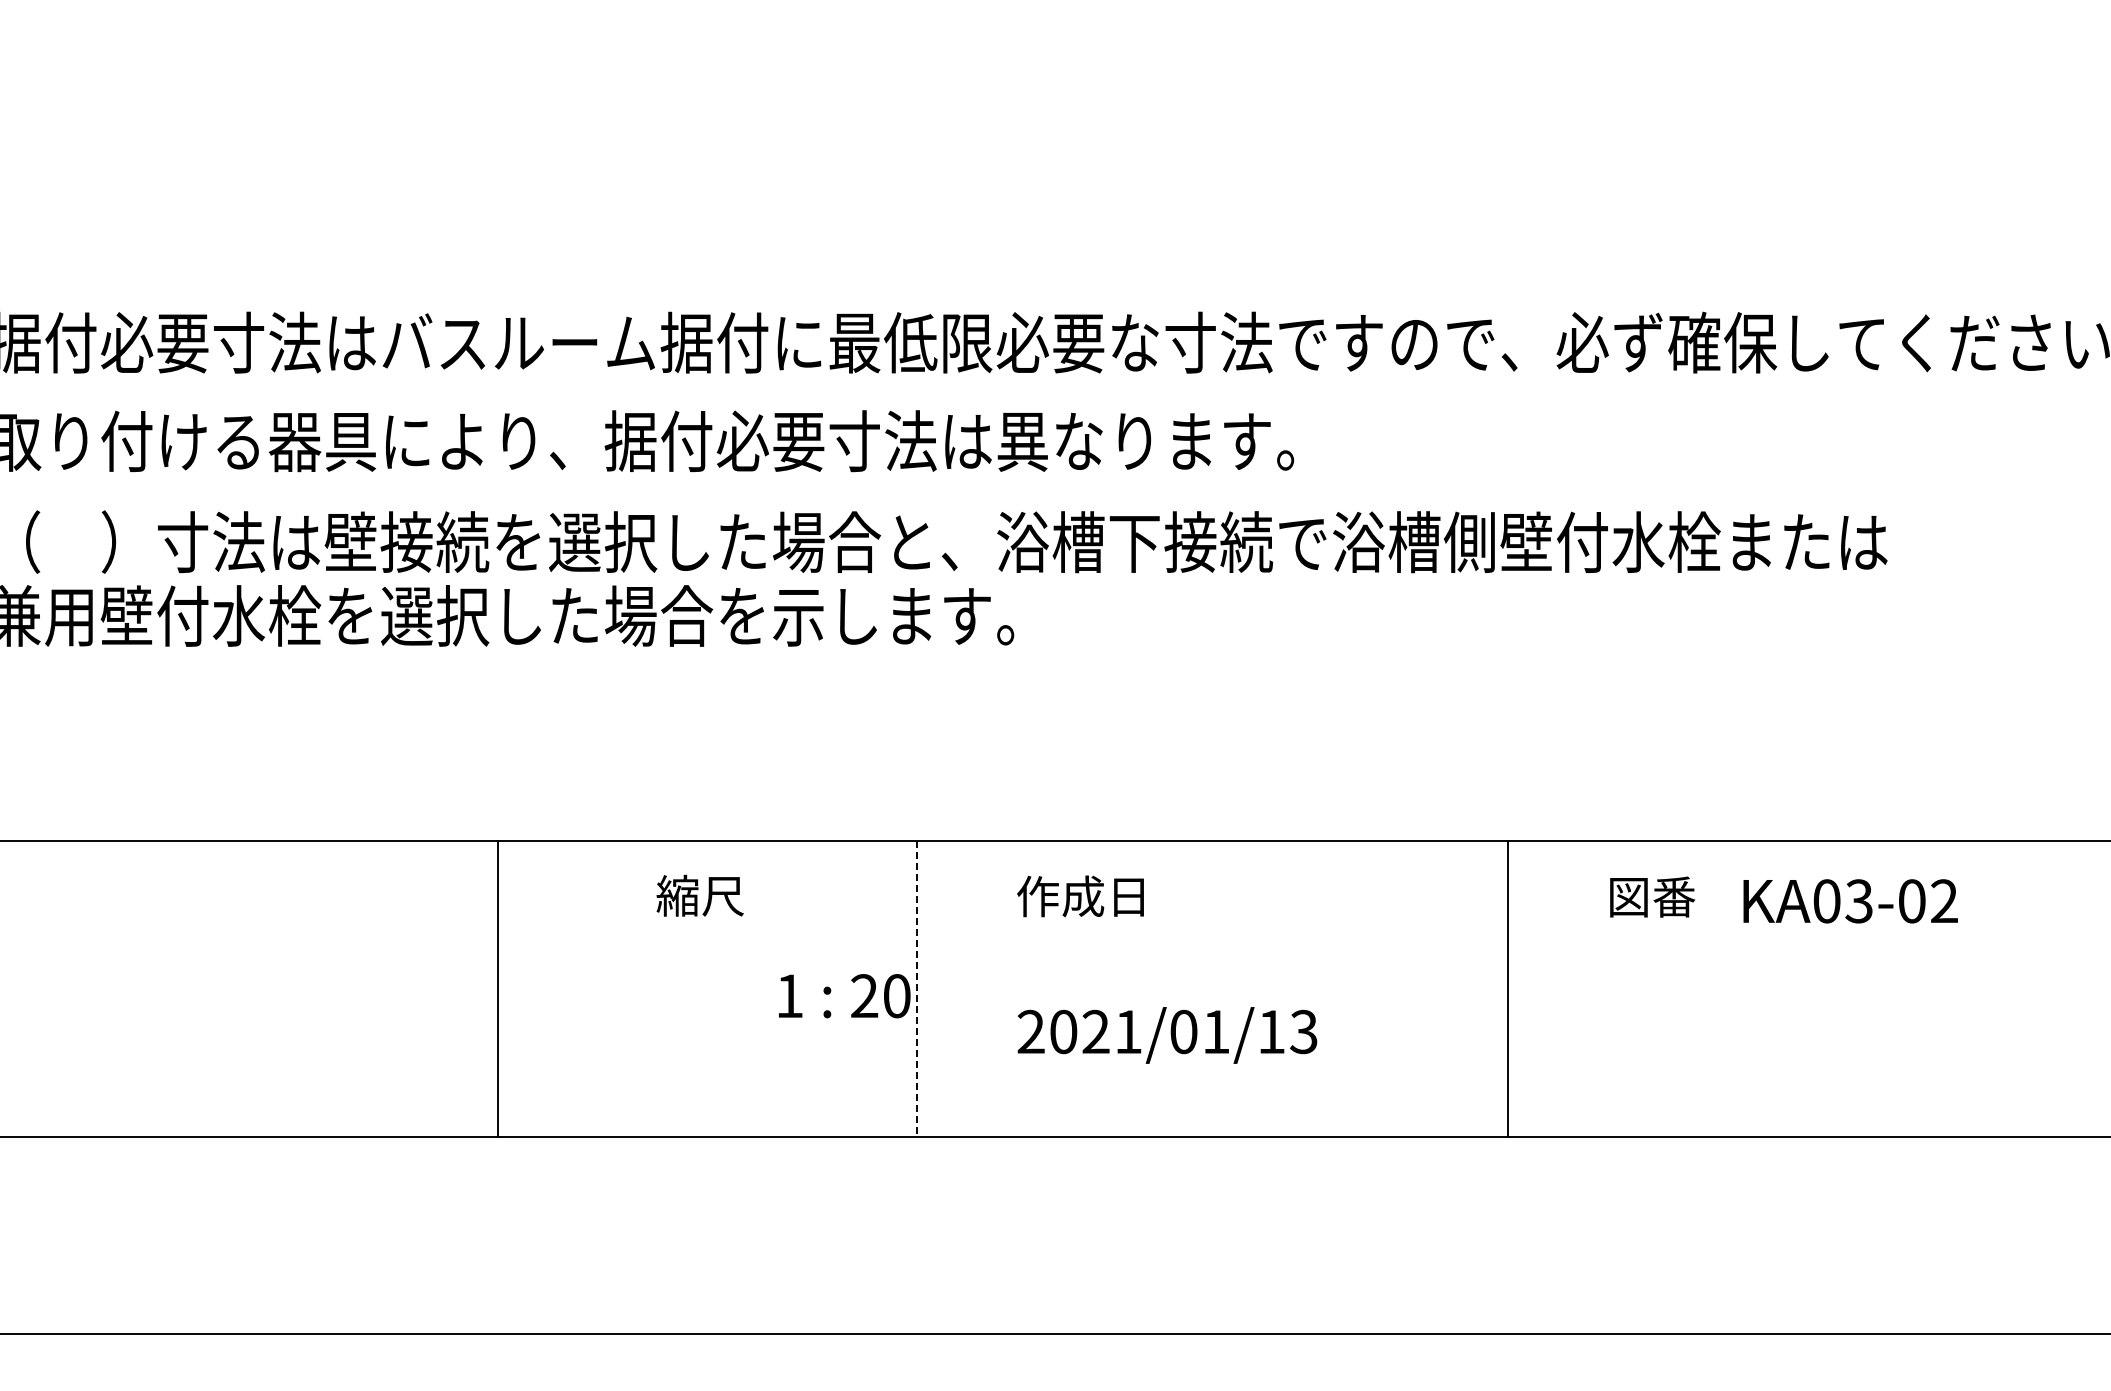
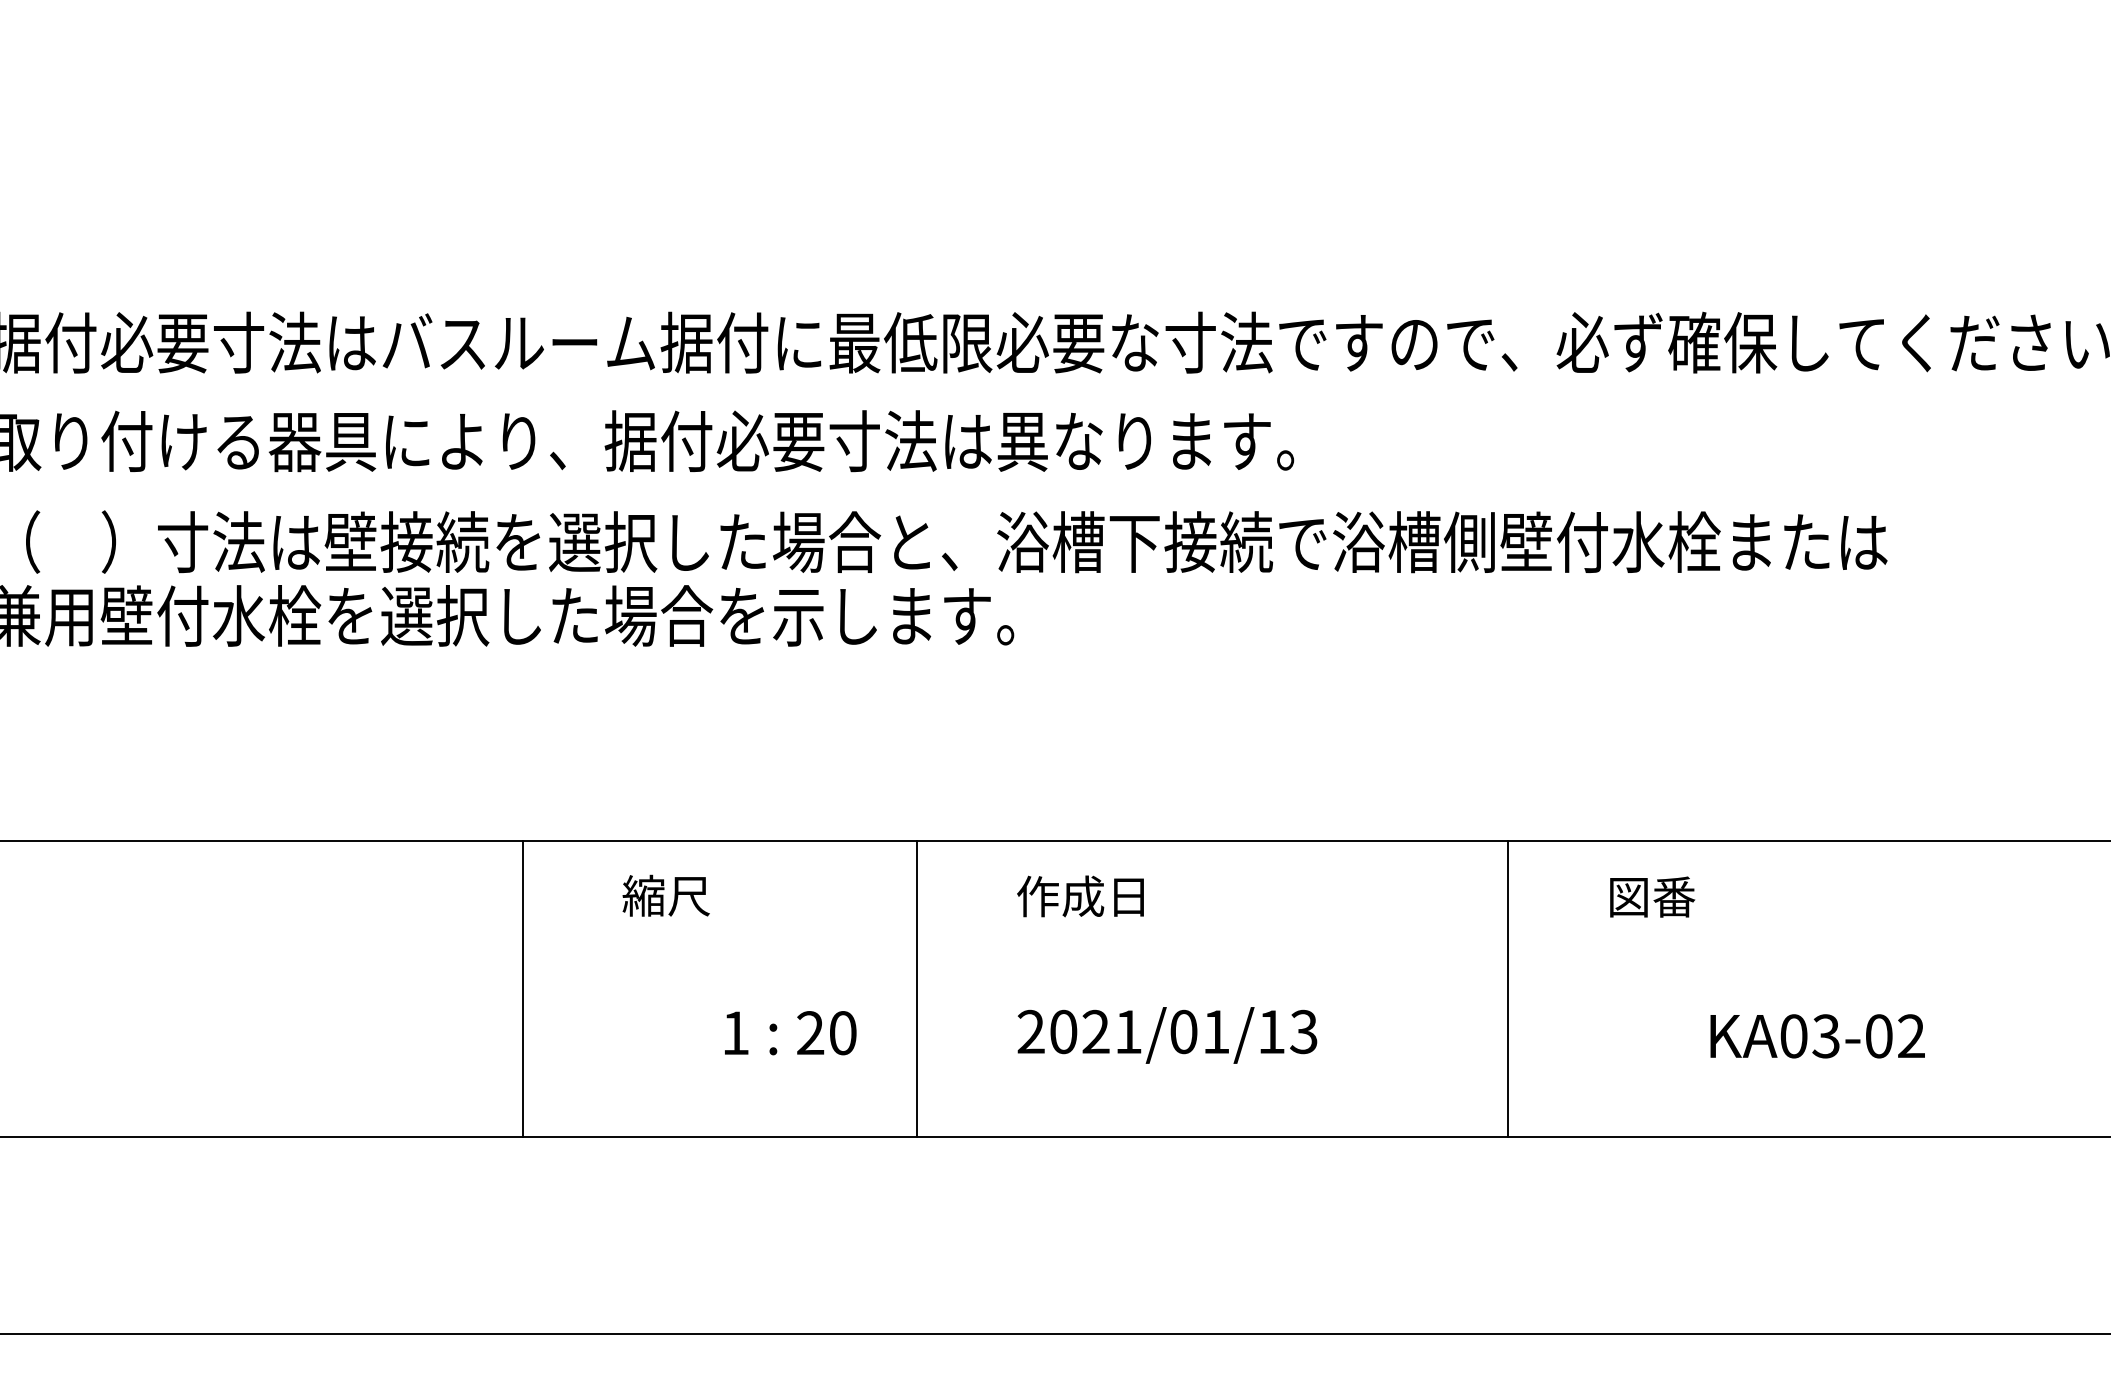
text at (699, 895) position: (699, 895) -> (665, 895)
text at (1850, 901) position: (1850, 901) -> (1817, 1036)
line at (497, 988) position: (497, 988) -> (522, 988)
line at (916, 989): dashed -> solid
text at (844, 996) position: (844, 996) -> (790, 1033)
